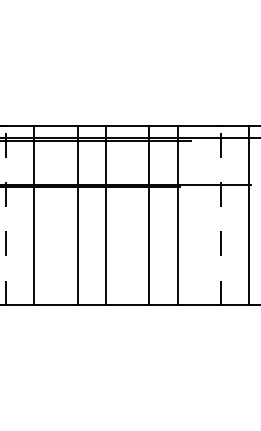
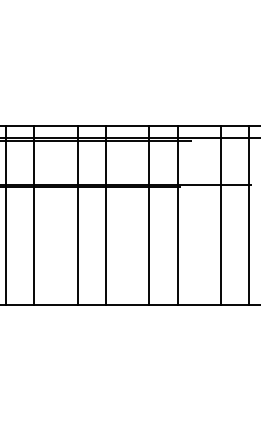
line at (6, 215): dashed -> solid
line at (220, 215): dashed -> solid
